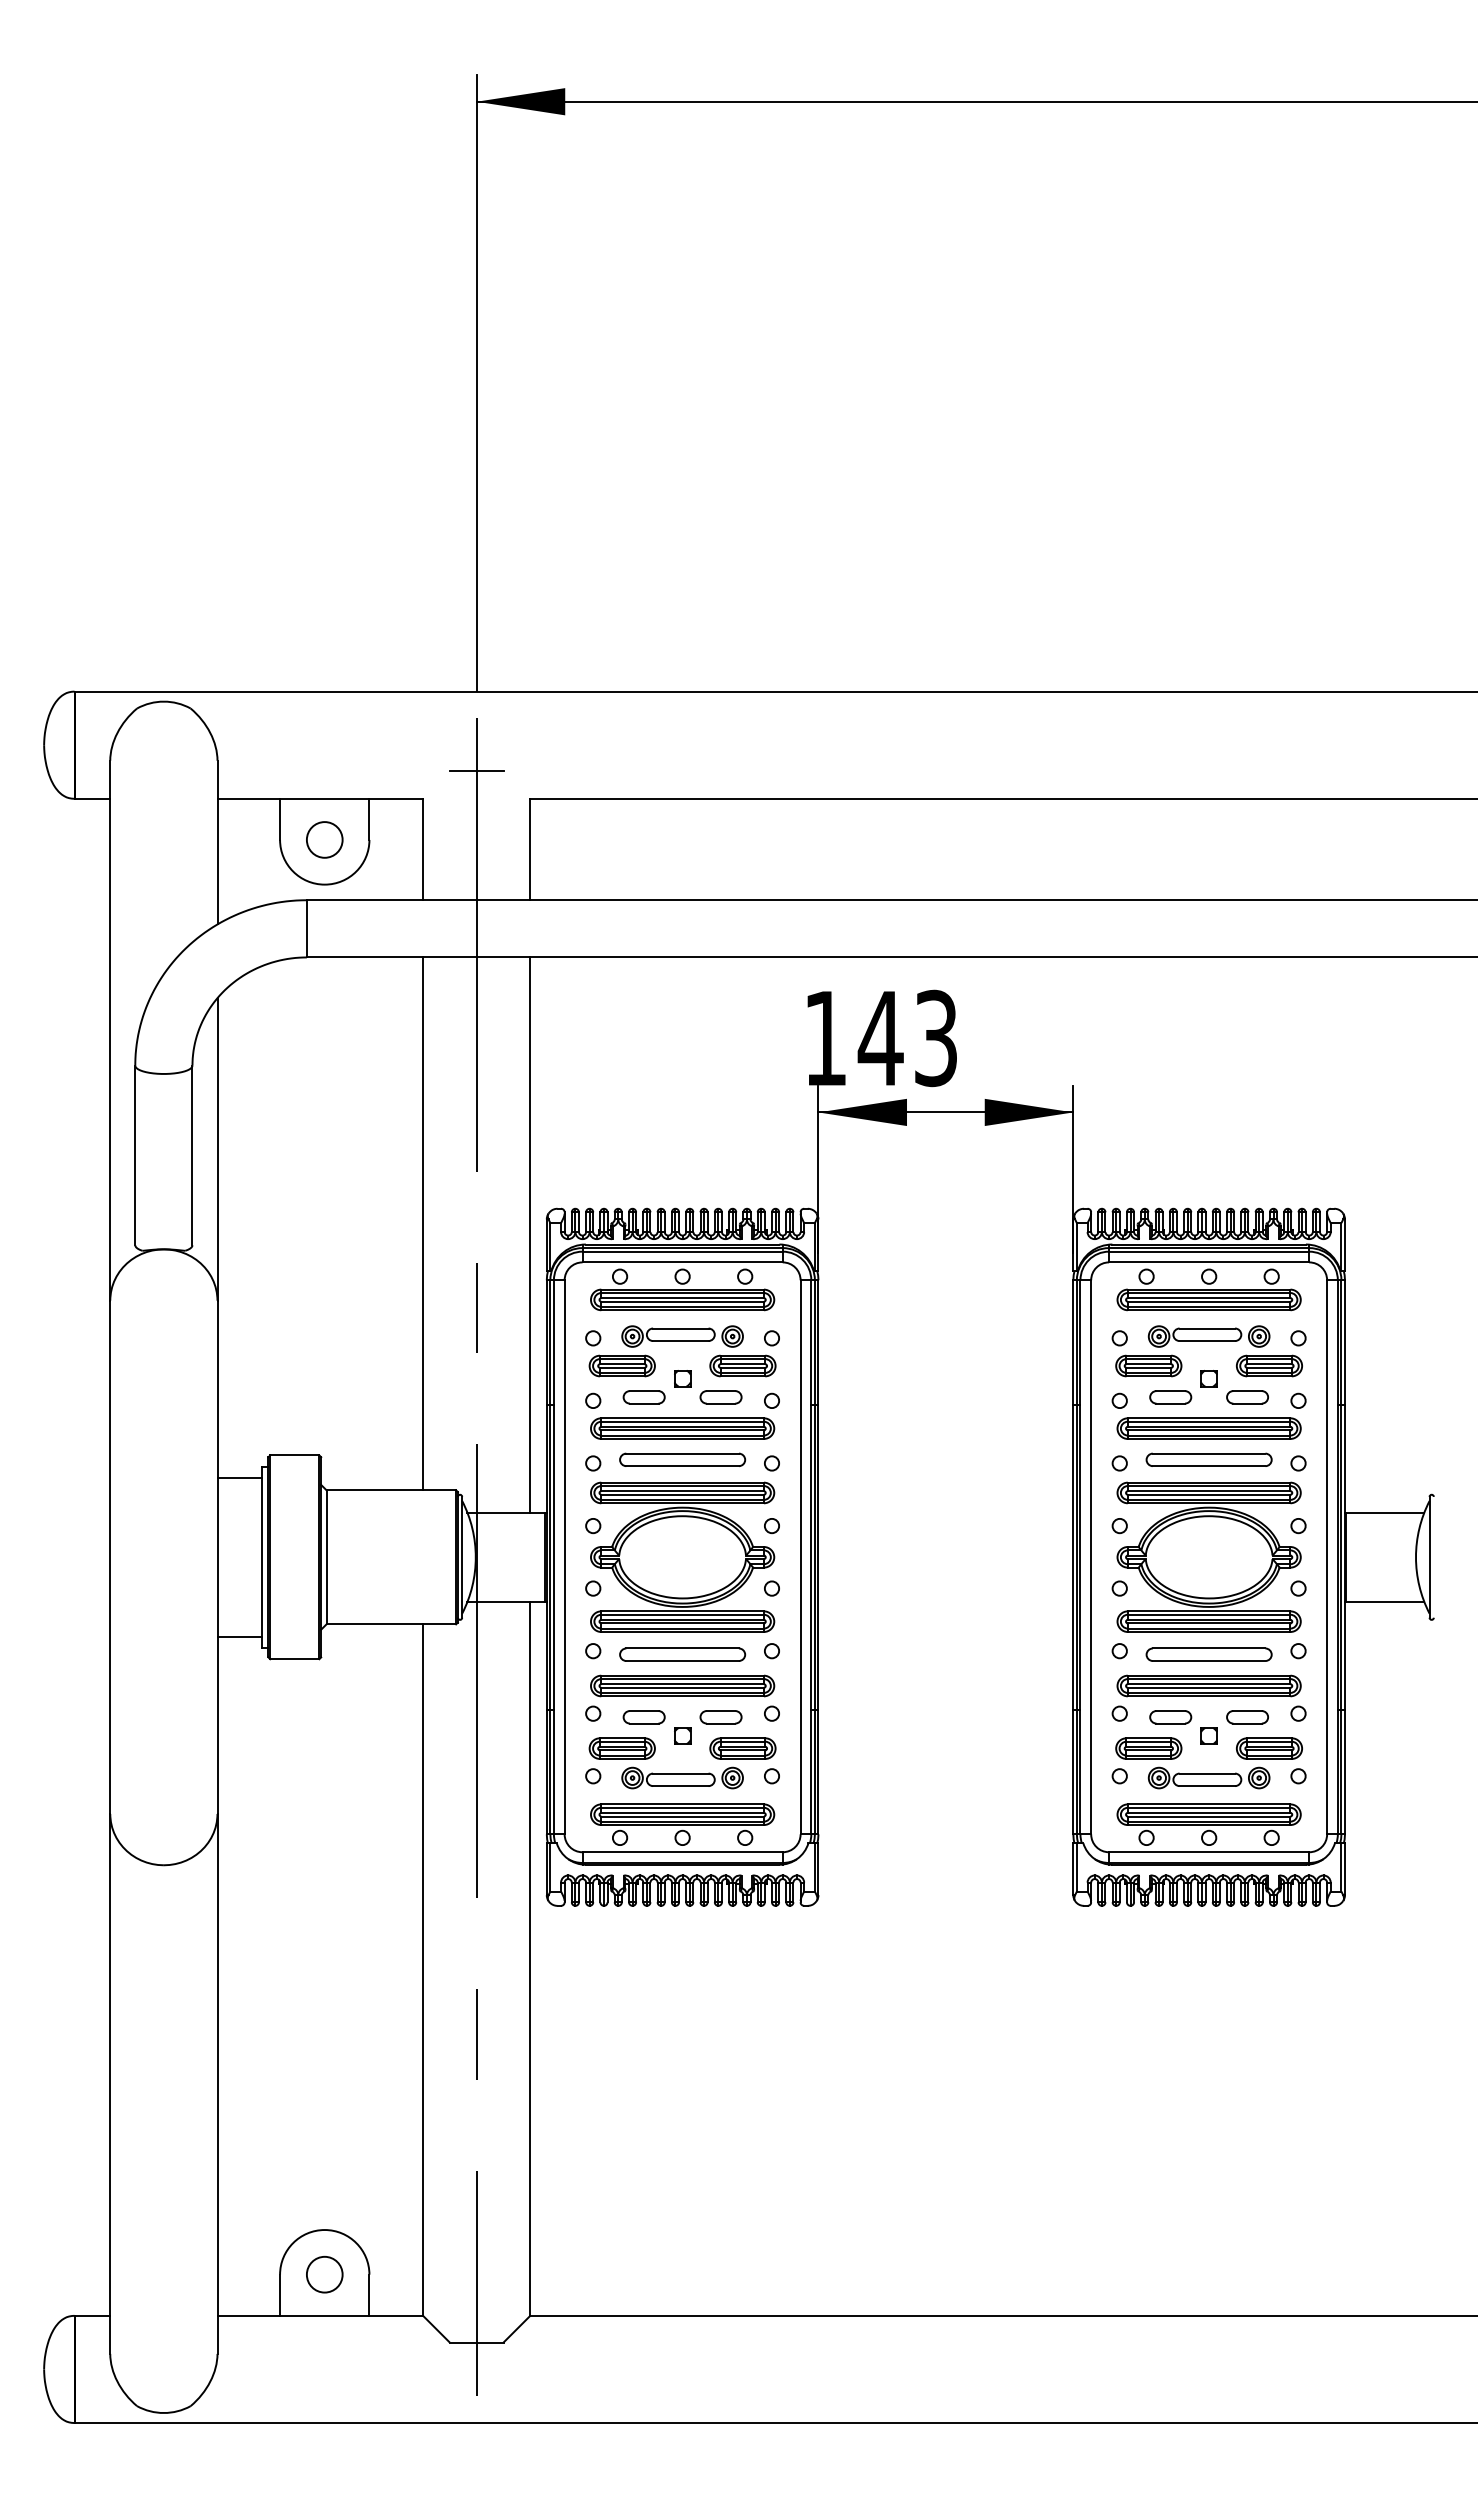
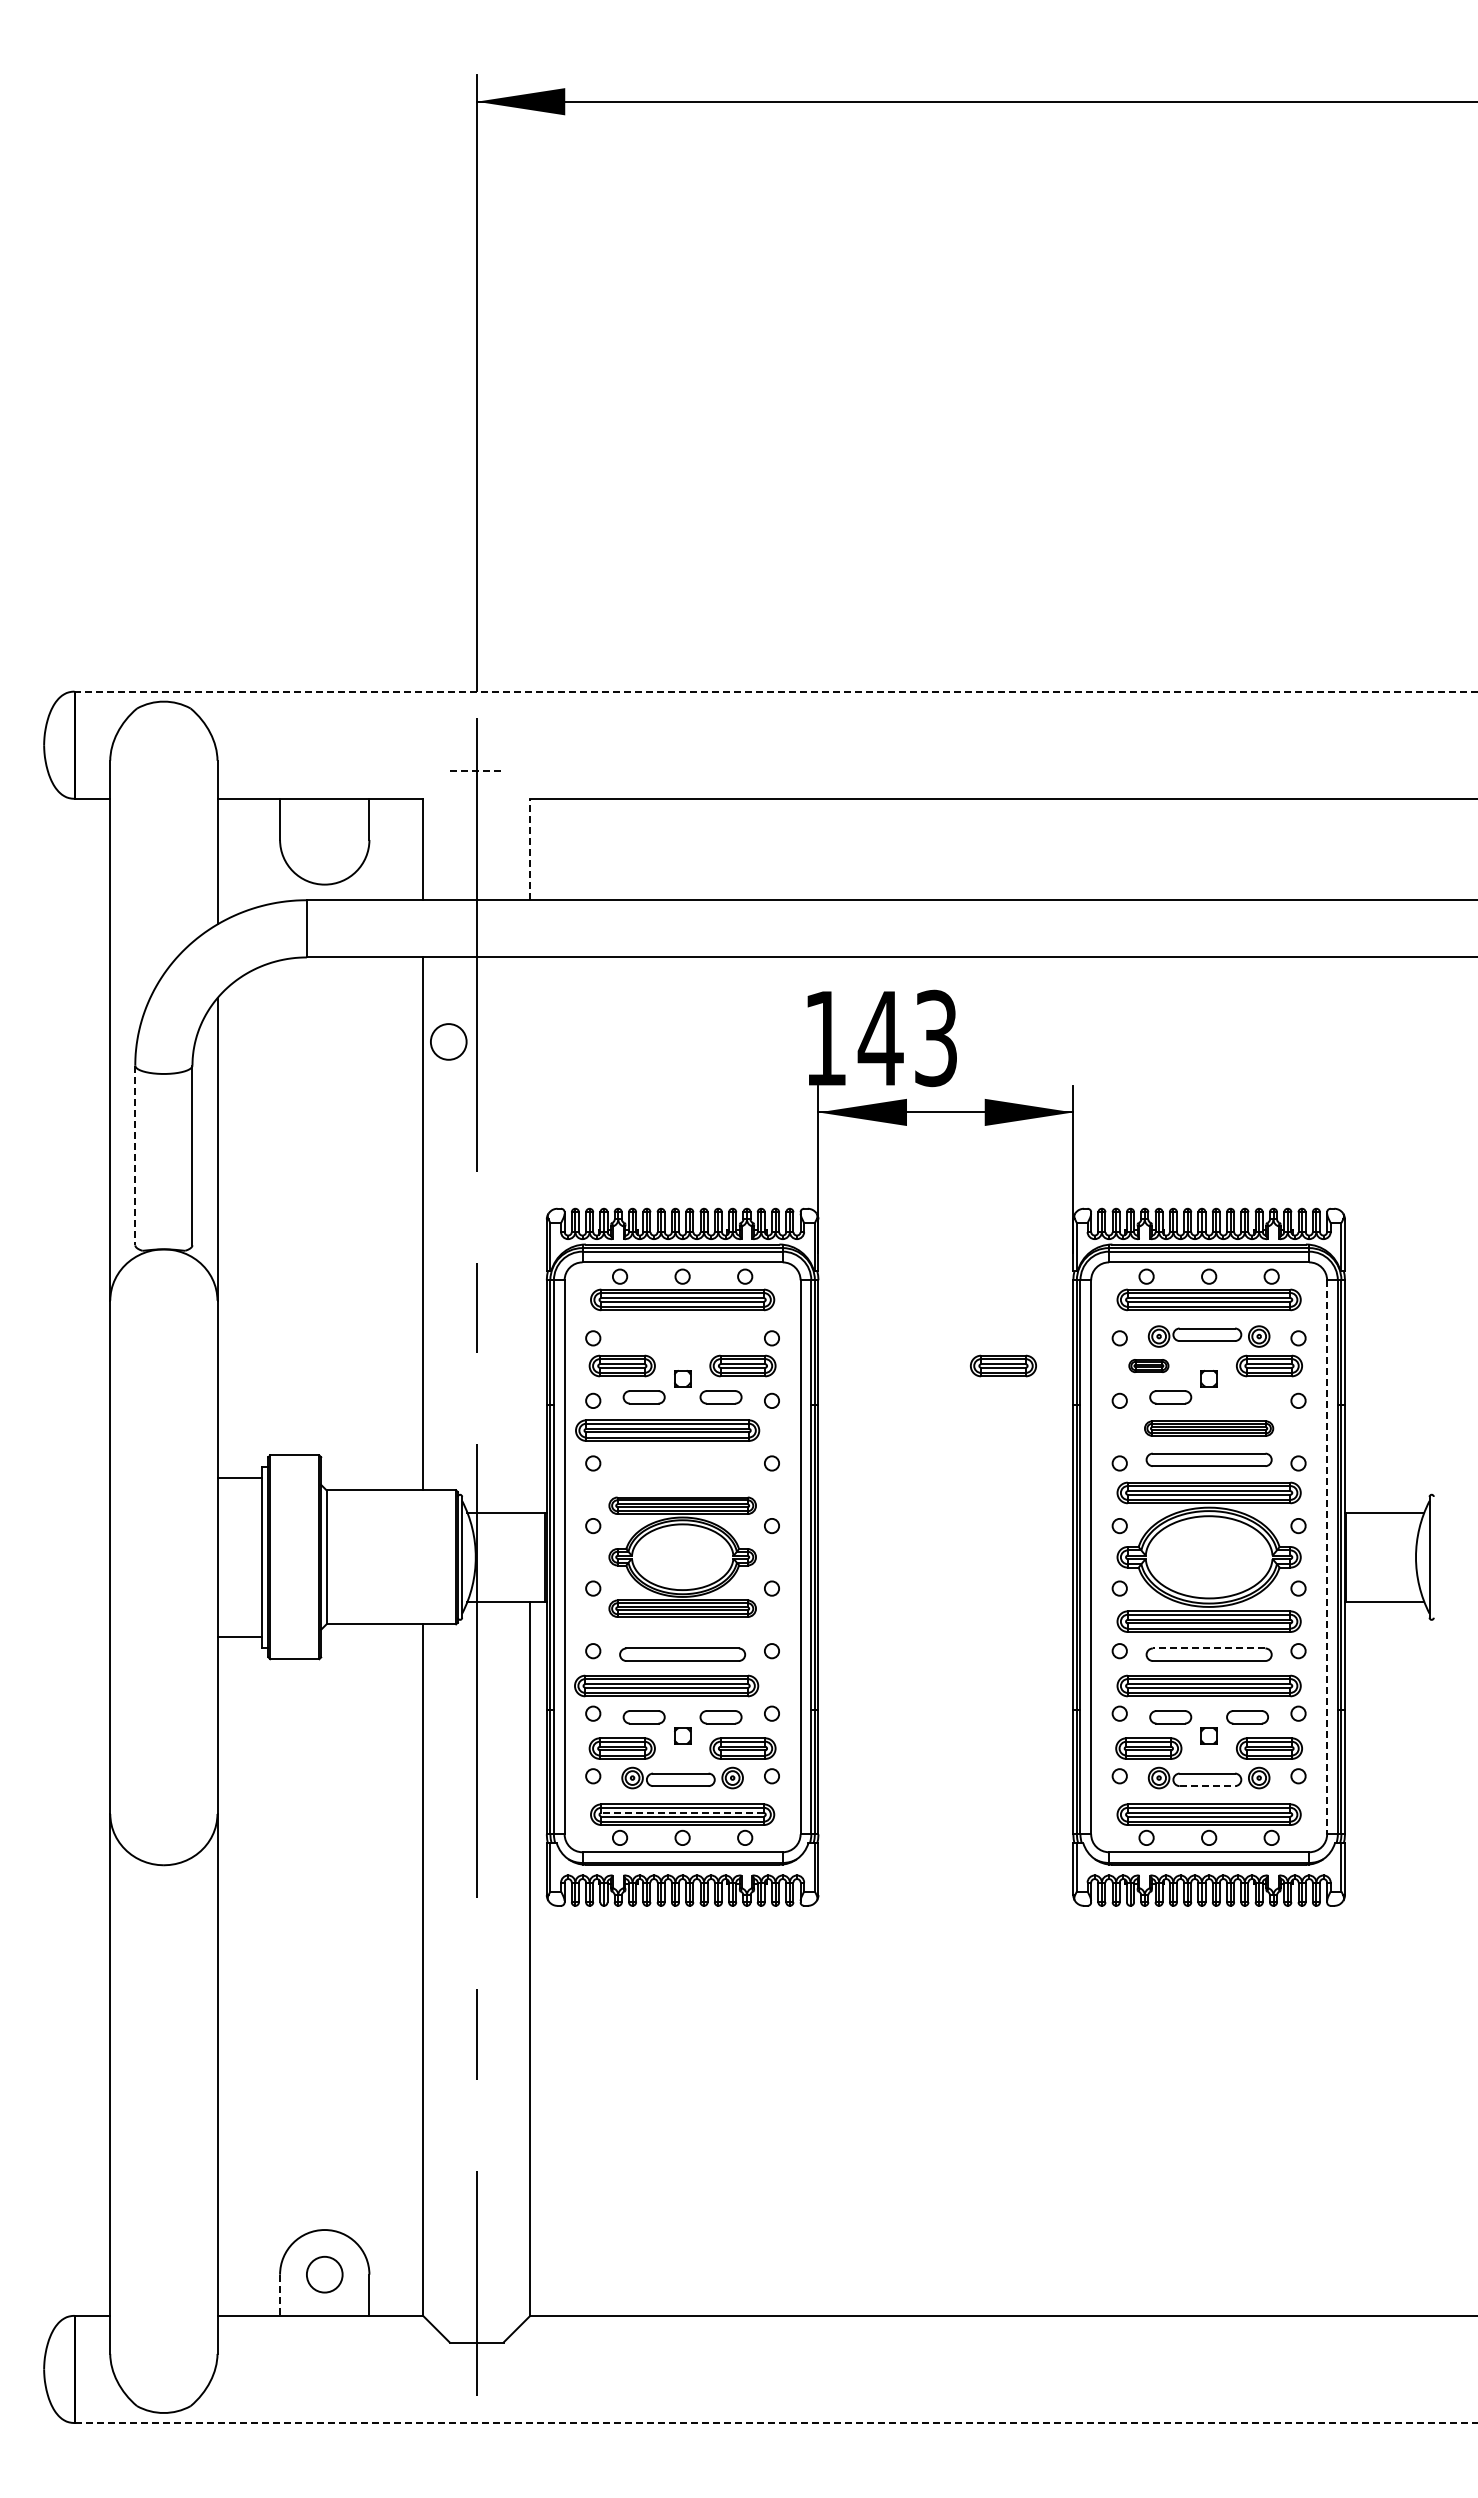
line at (775, 691): solid -> dashed
line at (476, 771): solid -> dashed
circle at (324, 839) position: (324, 839) -> (448, 1041)
line at (530, 849): solid -> dashed
line at (135, 1155): solid -> dashed
line at (530, 1234): present -> none
part at (682, 1336): present -> none
part at (1003, 1365): none -> present
part at (1148, 1365) size: 68x24 px -> 42x14 px
part at (1247, 1397): present -> none
part at (682, 1428) position: (682, 1428) -> (667, 1430)
part at (1208, 1428) size: 186x23 px -> 131x17 px
part at (682, 1459): present -> none
part at (682, 1556) size: 186x152 px -> 149x122 px
line at (1327, 1557): solid -> dashed
line at (1208, 1648): solid -> dashed
part at (682, 1685) position: (682, 1685) -> (666, 1685)
line at (1207, 1786): solid -> dashed
line at (682, 1812): solid -> dashed
line at (280, 2295): solid -> dashed
line at (776, 2423): solid -> dashed
